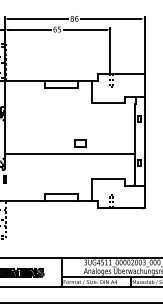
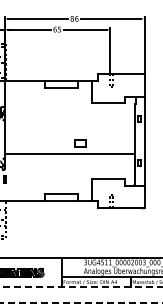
line at (81, 287): solid -> dashed
line at (81, 303): solid -> dashed
